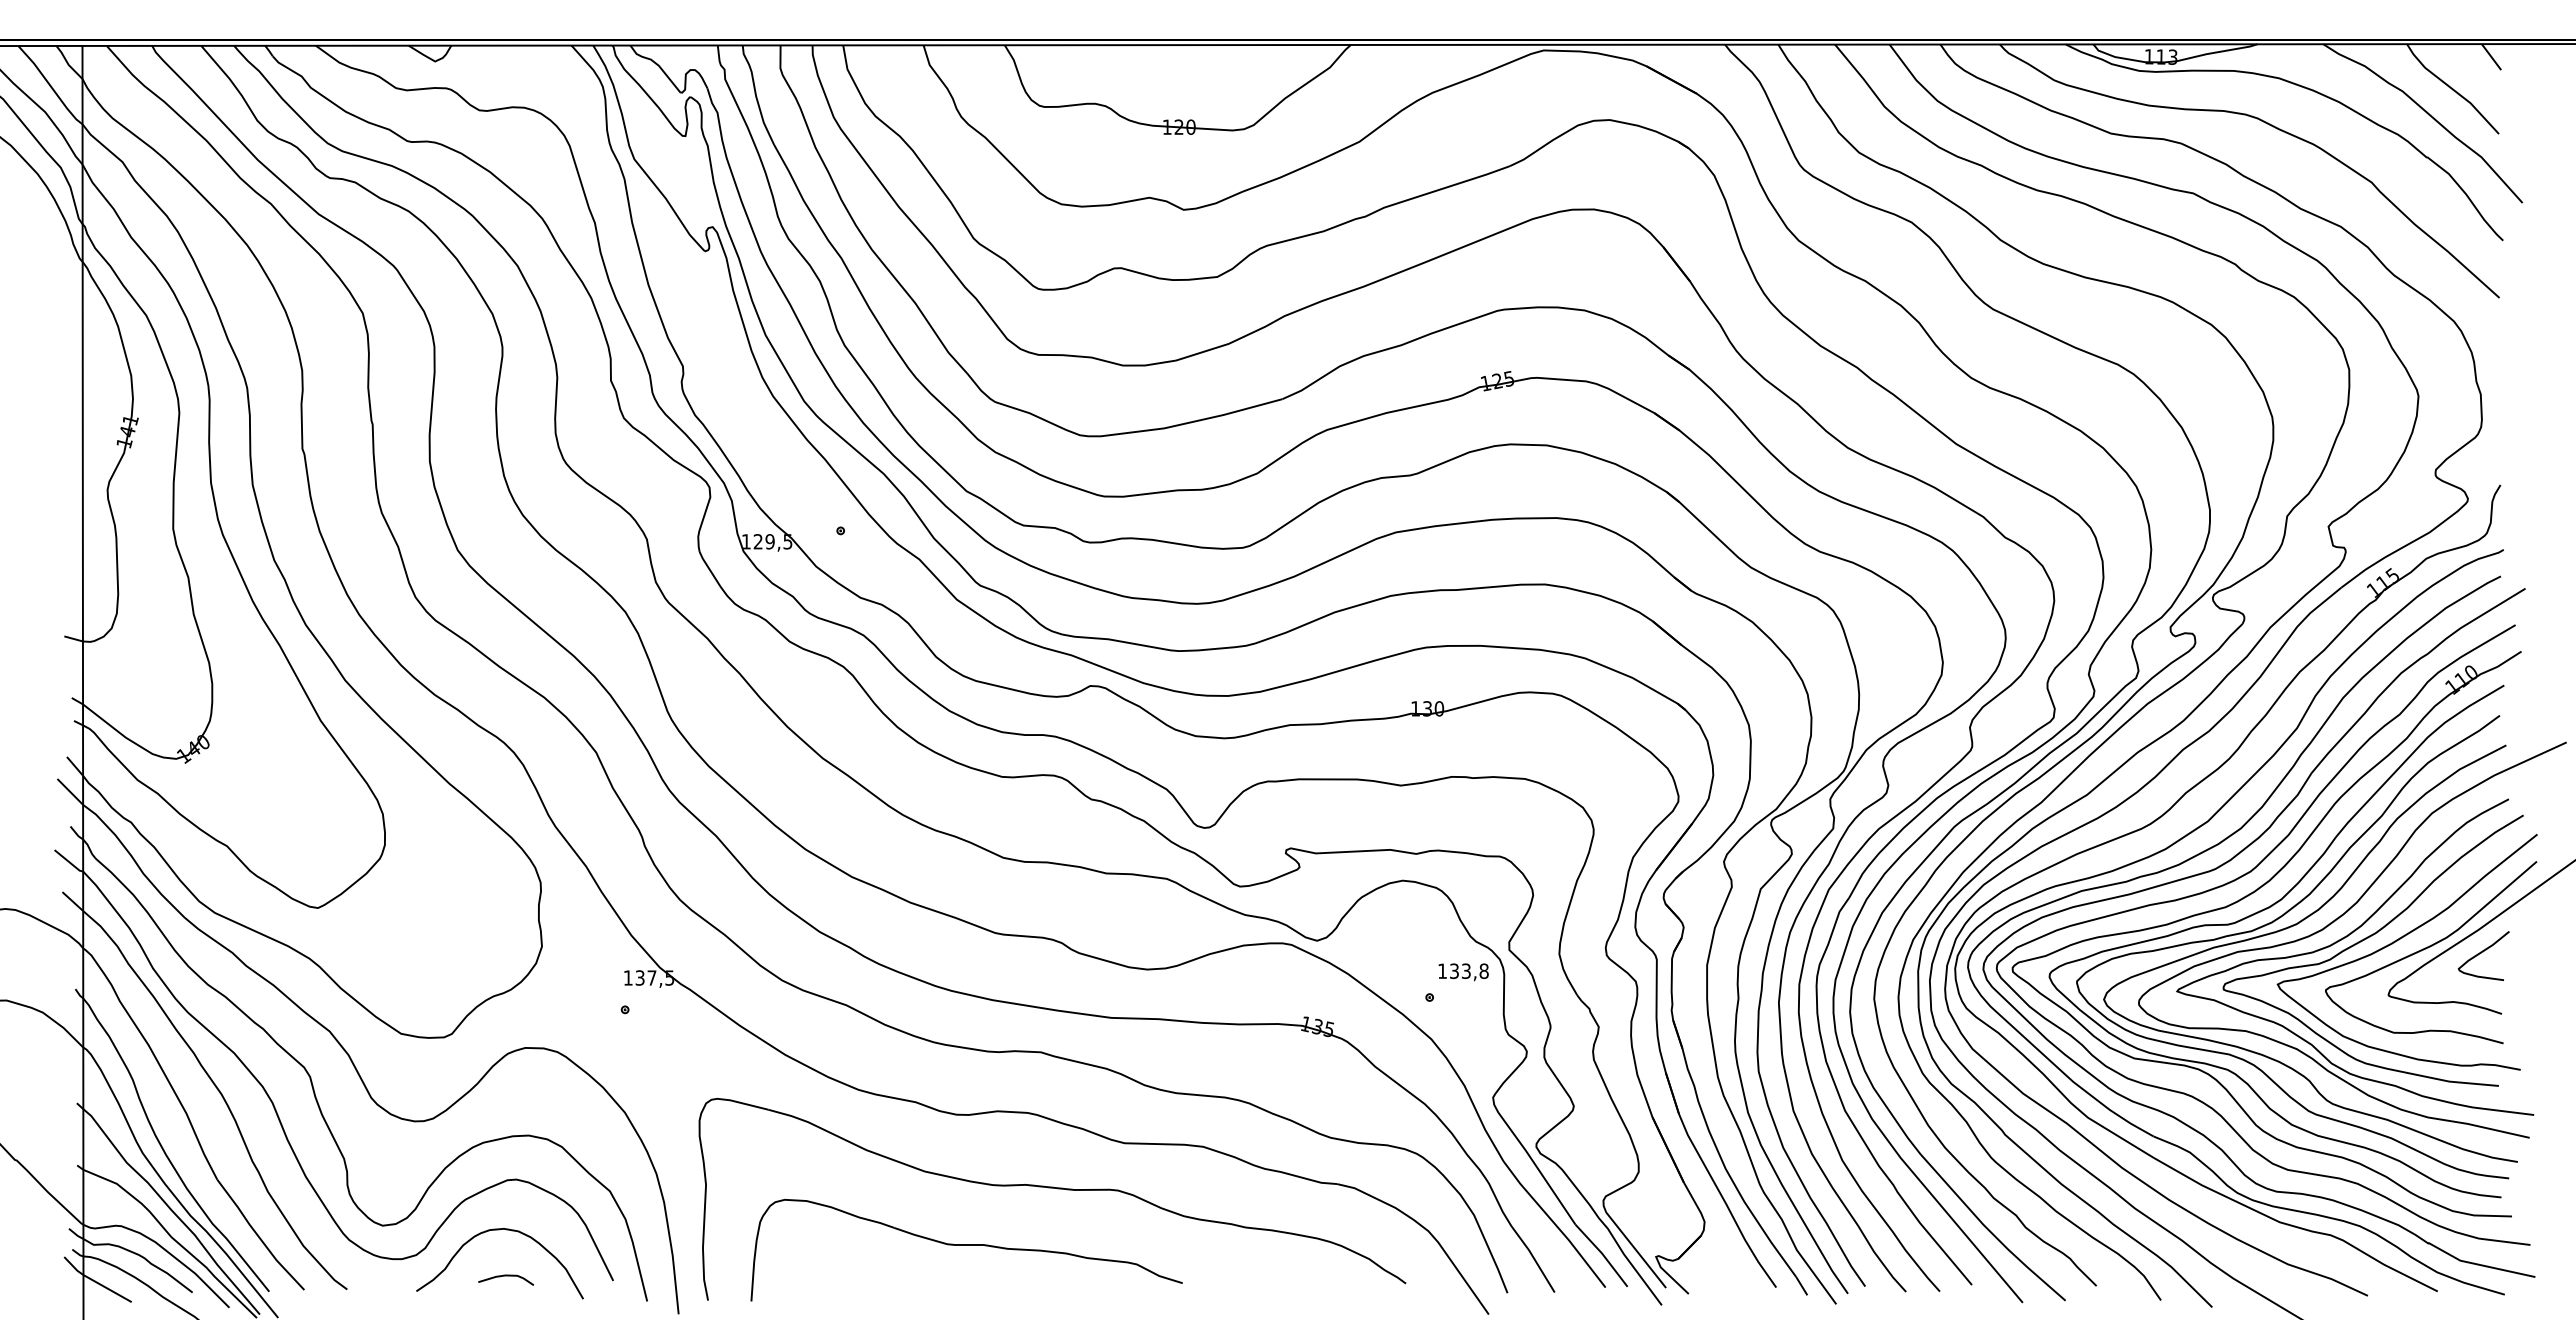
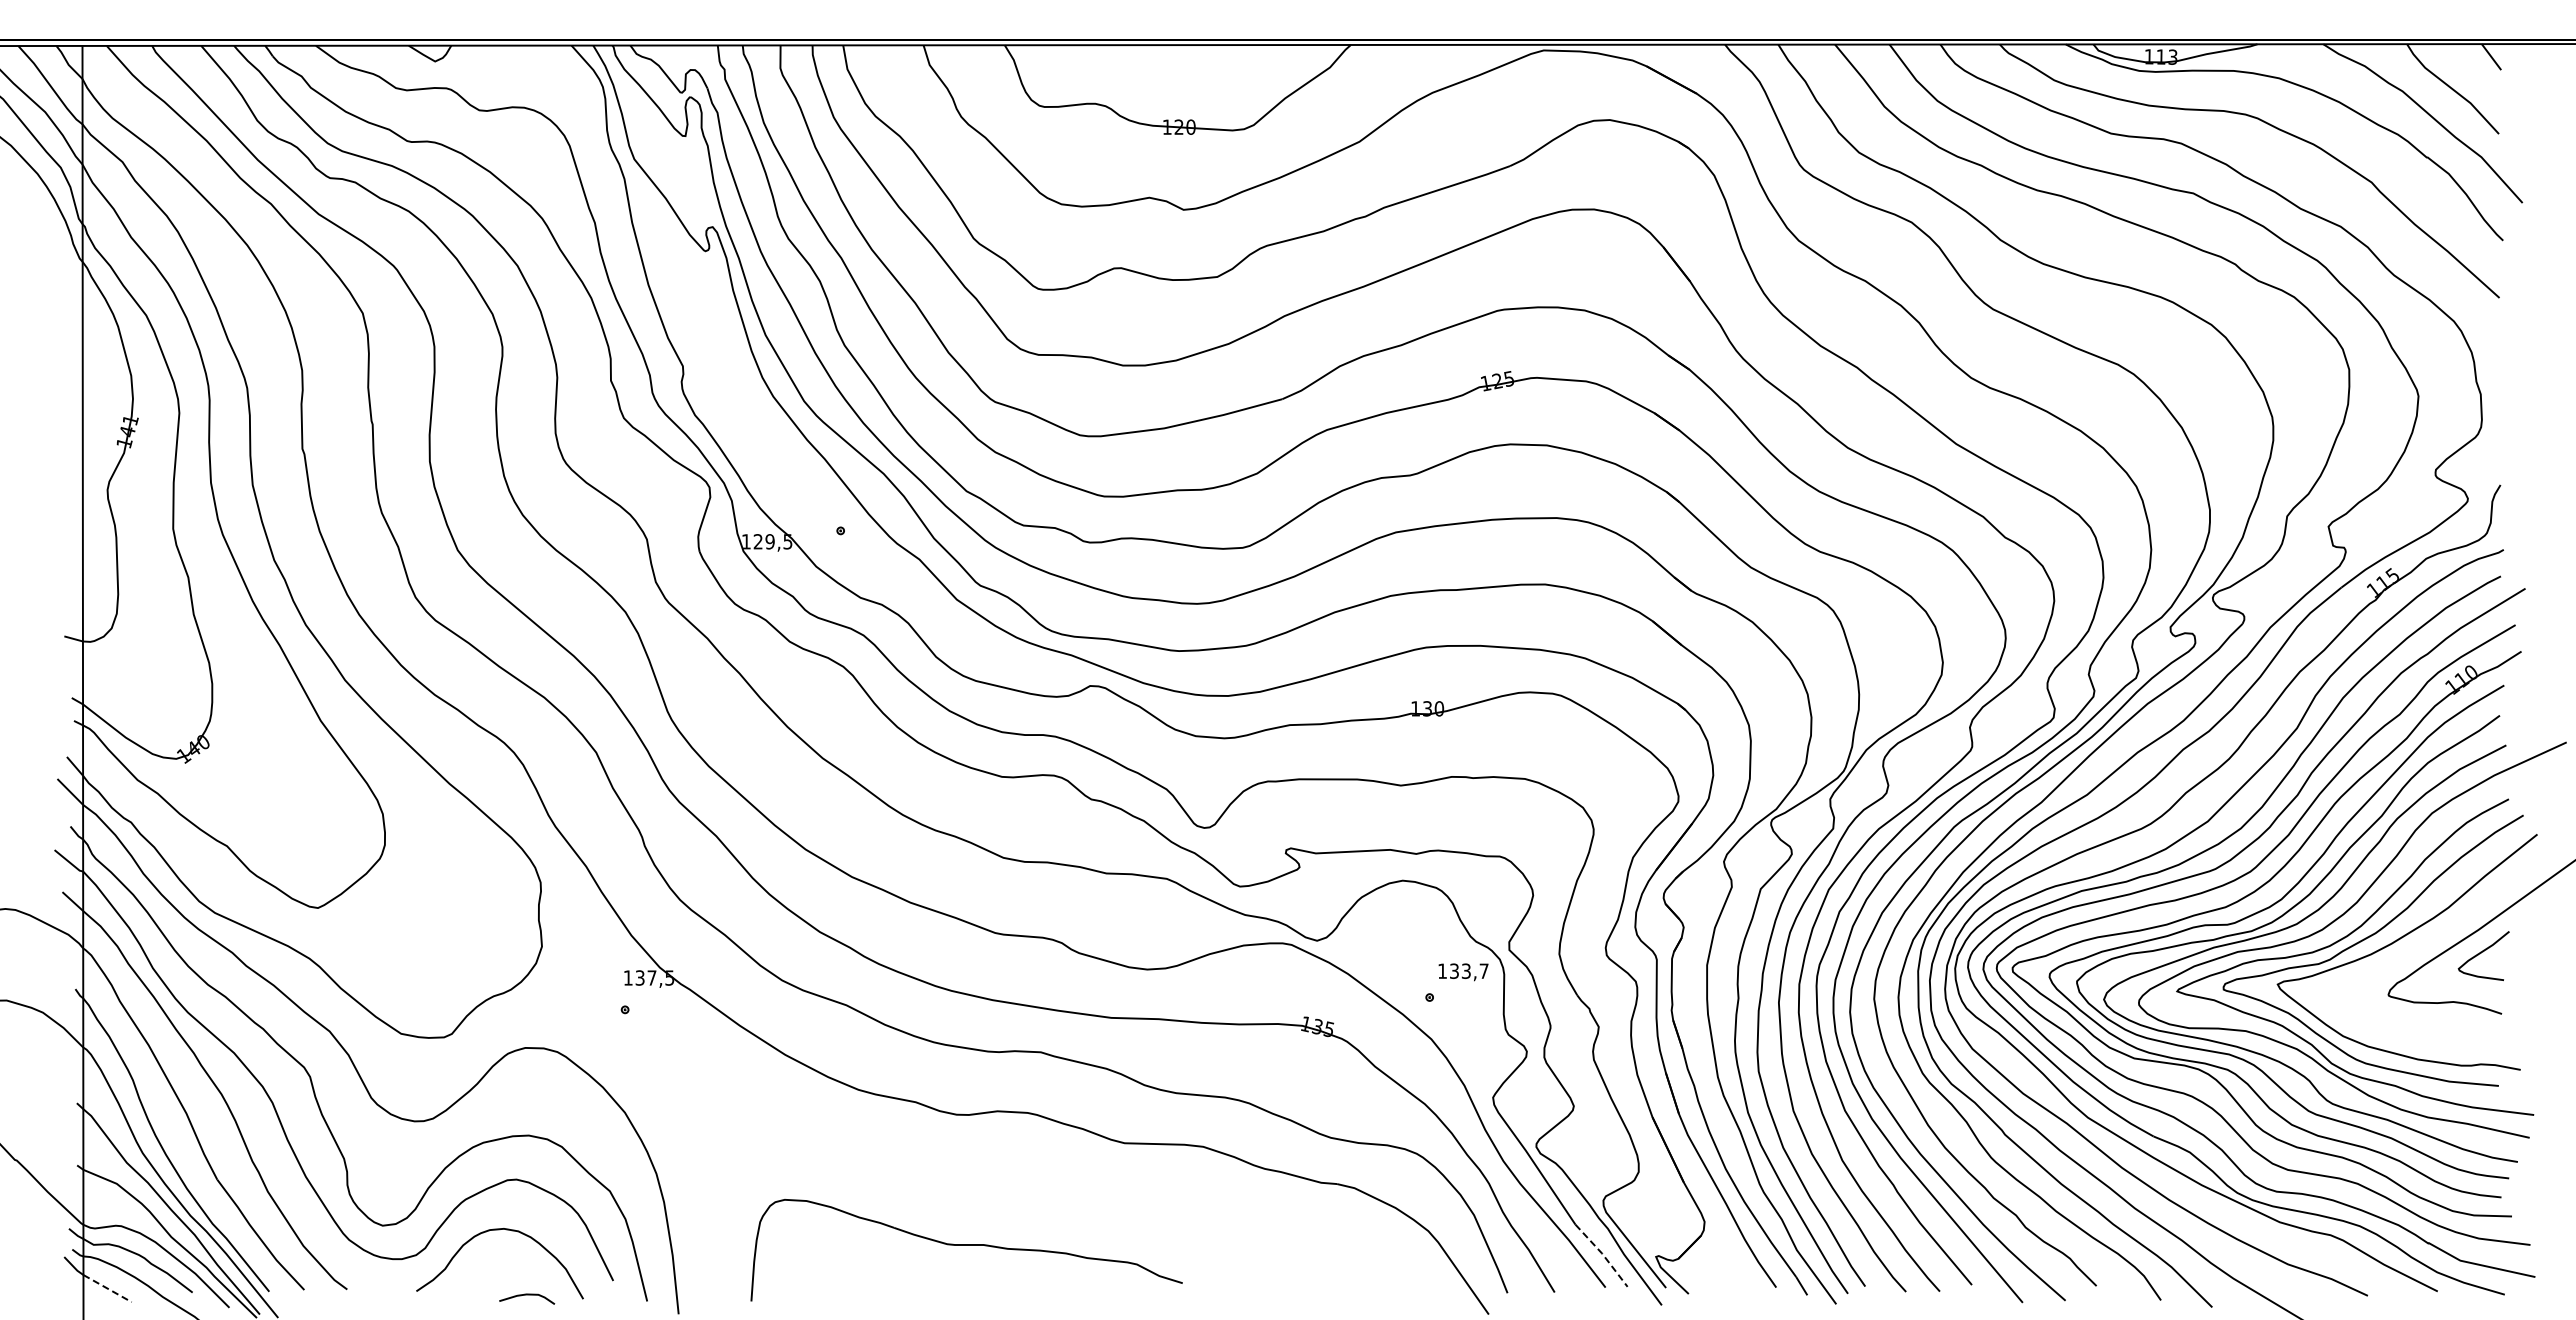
curve at (2428, 948): present -> none
text at (1483, 970): 133,8 -> 133,7
part at (1052, 1188): present -> none
line at (1602, 1254): solid -> dashed
curve at (506, 1276) position: (506, 1276) -> (527, 1295)
line at (107, 1288): solid -> dashed
